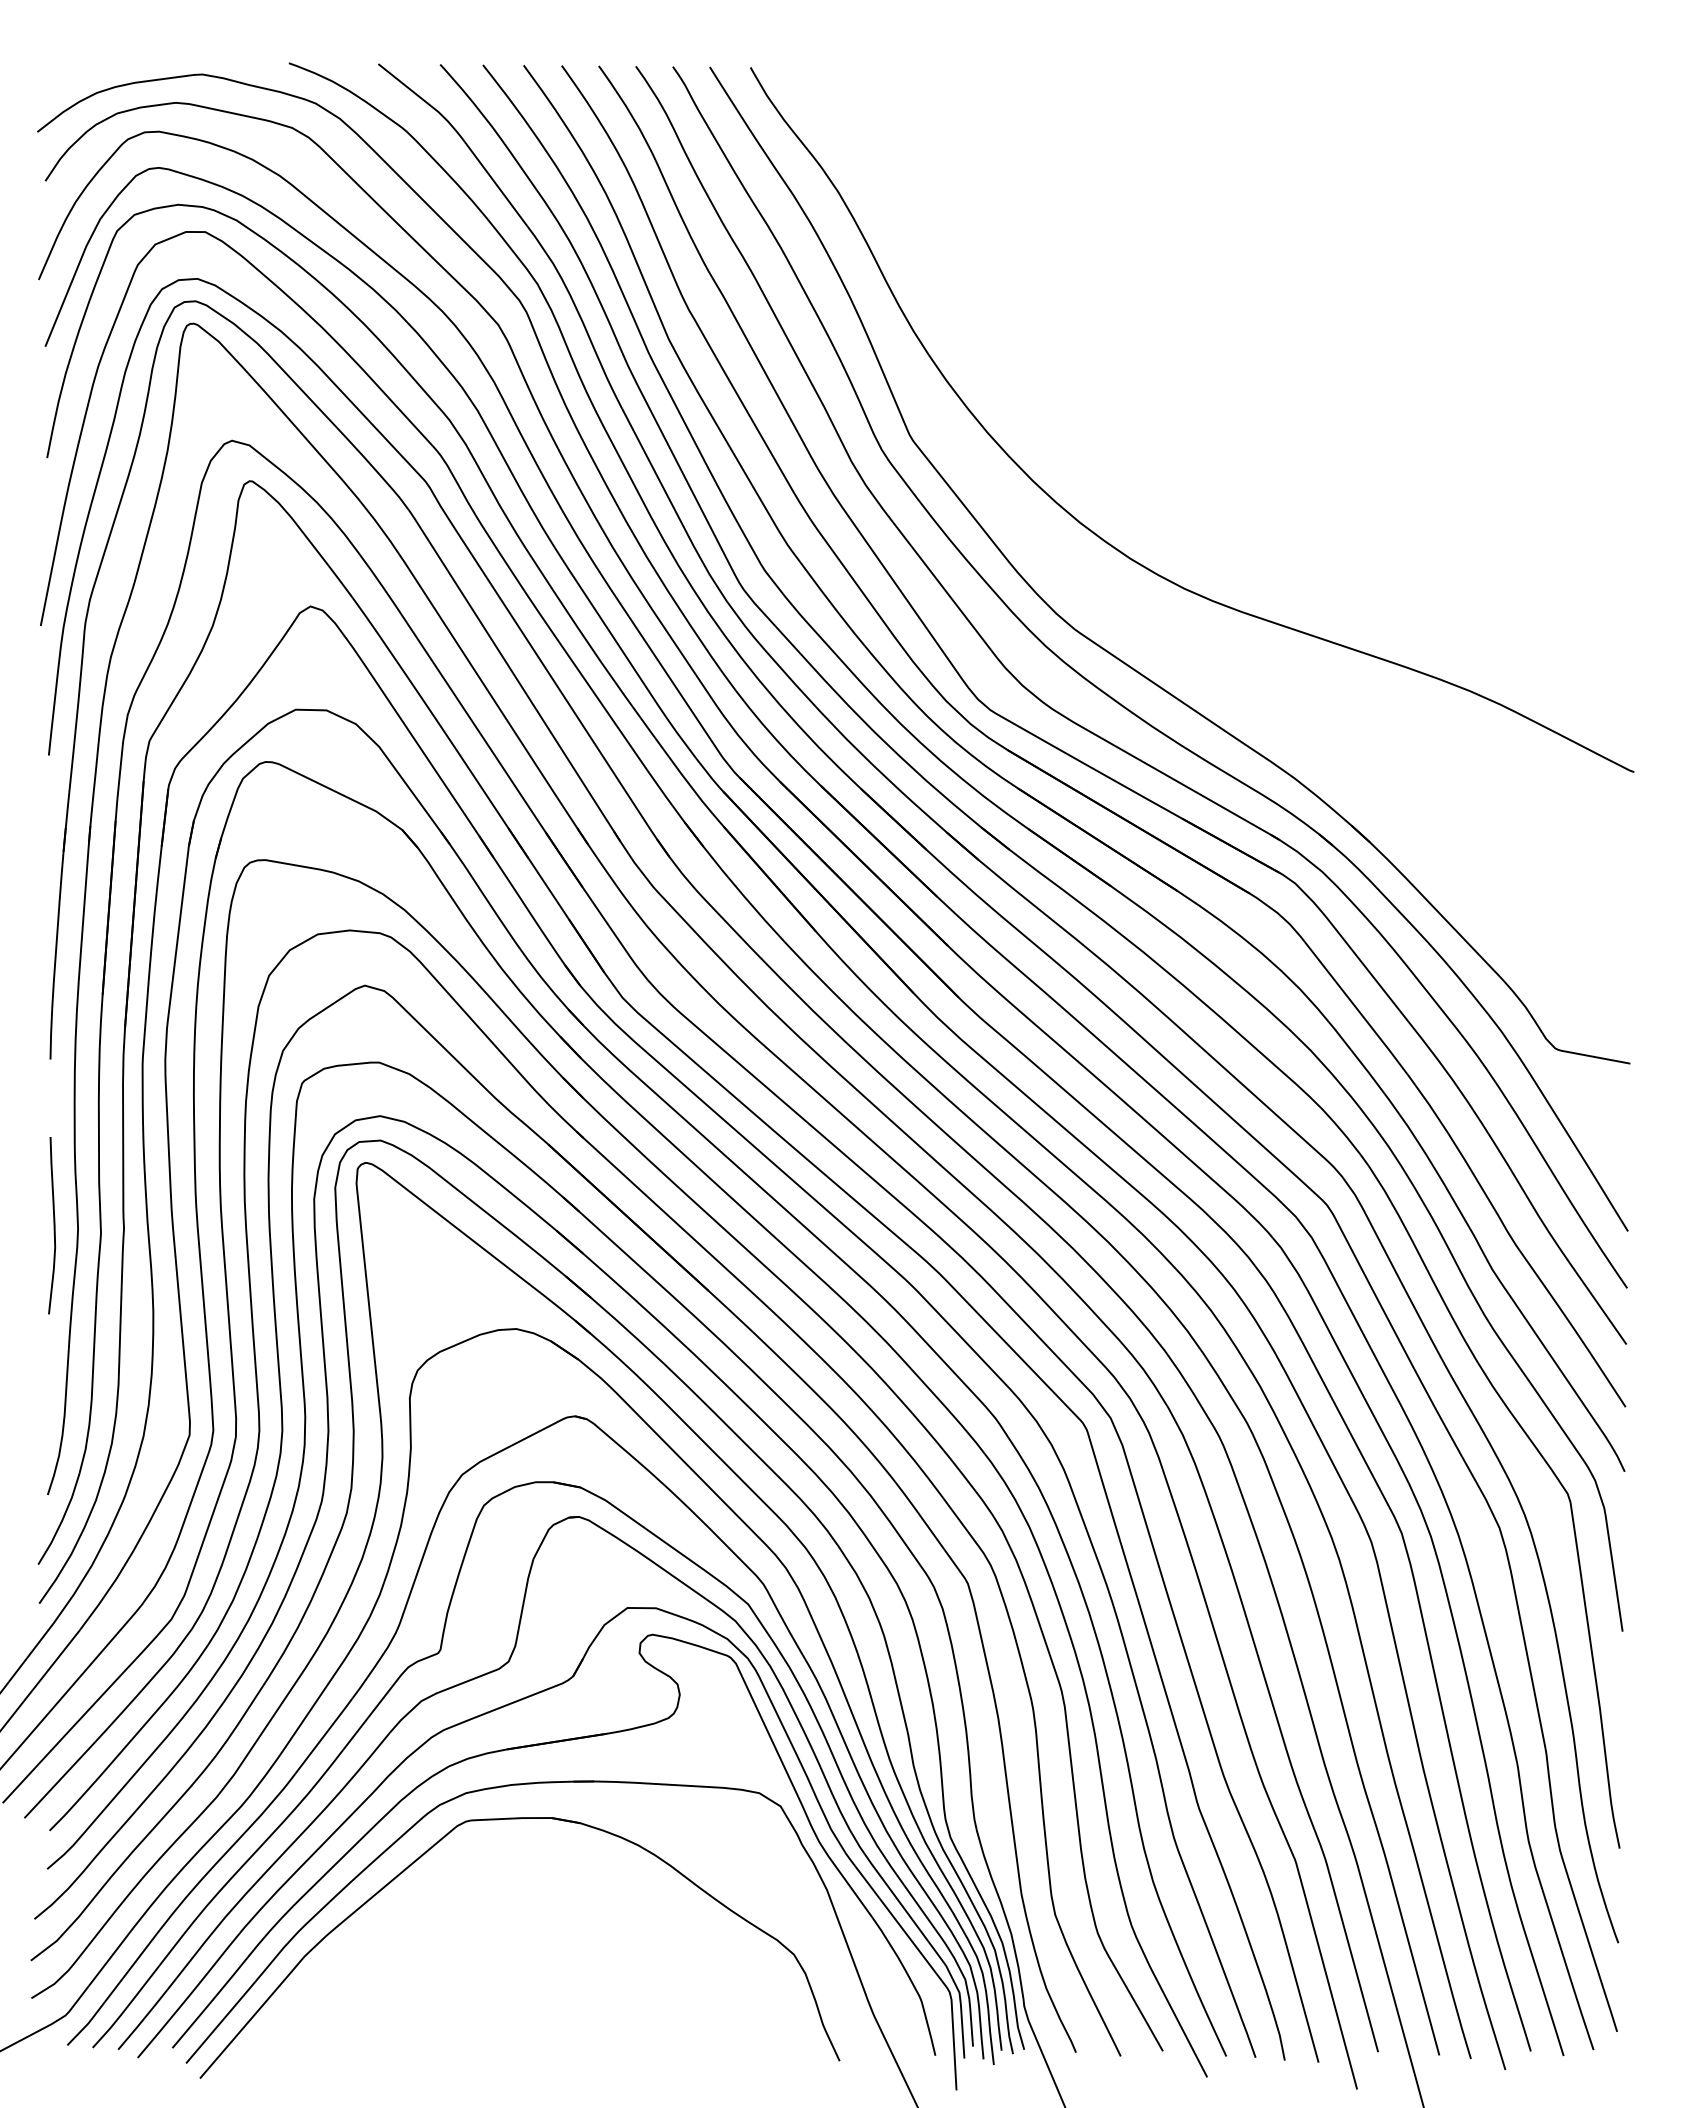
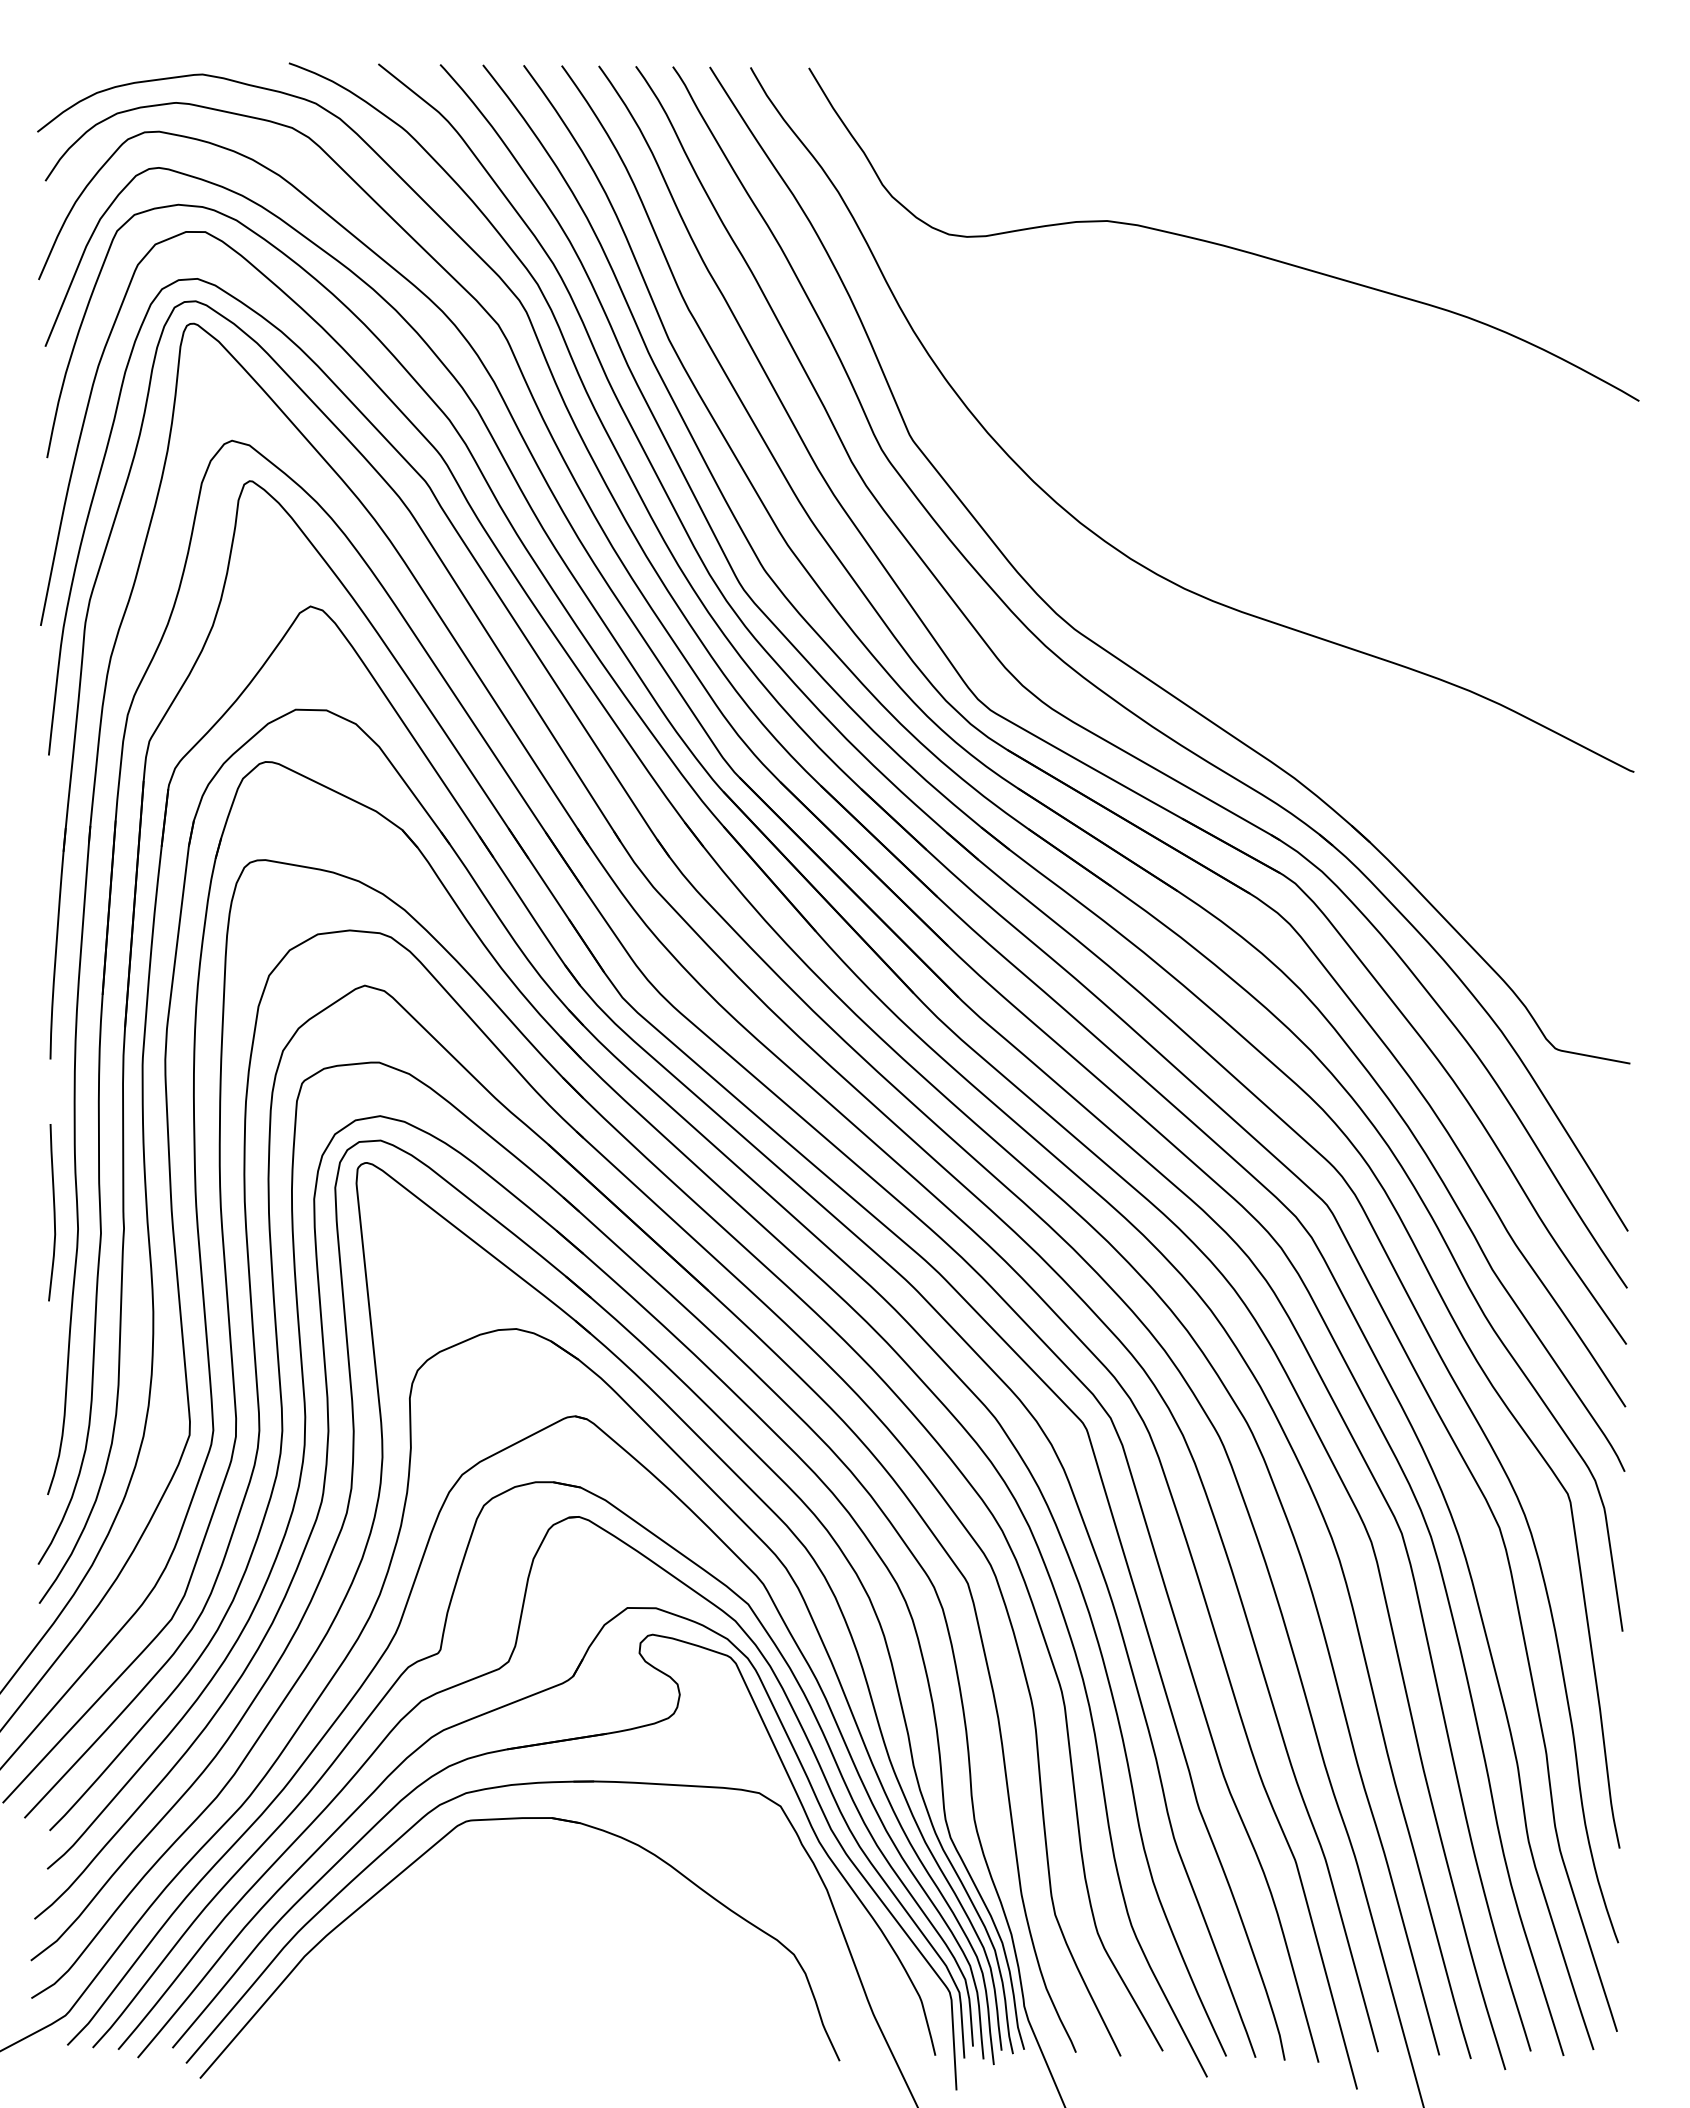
curve at (1219, 243): none -> present
curve at (53, 1225) position: (53, 1225) -> (53, 1212)
